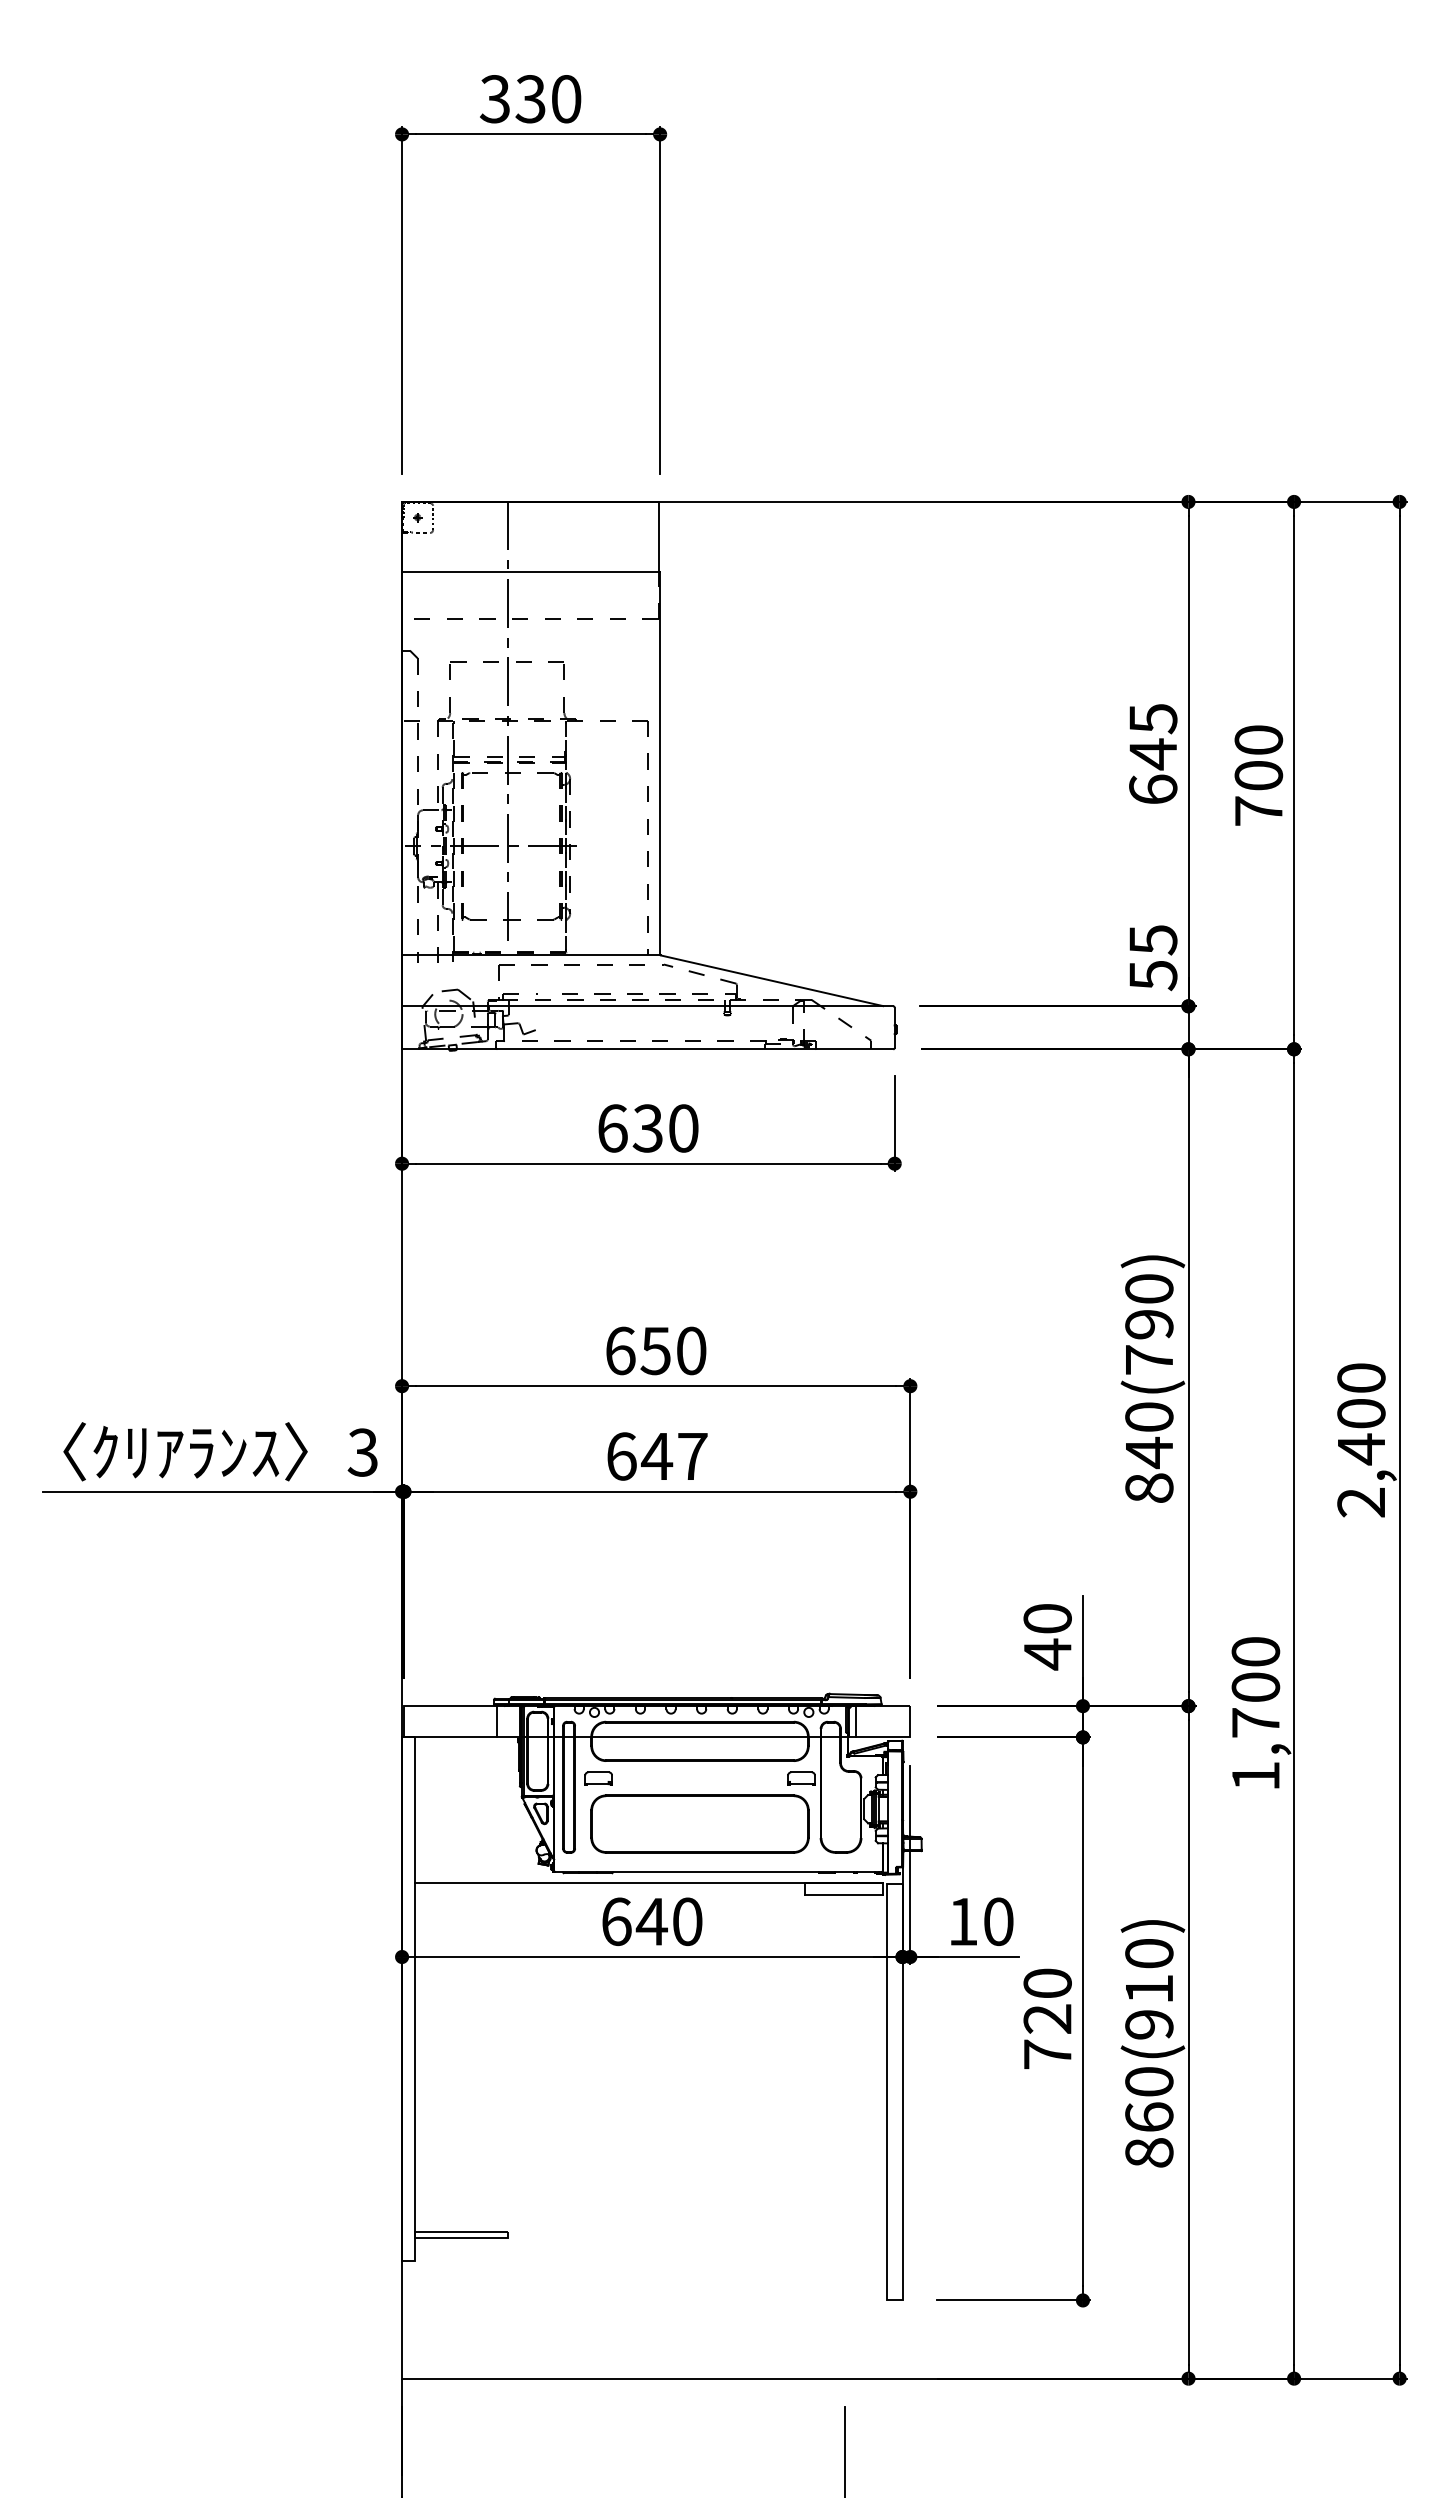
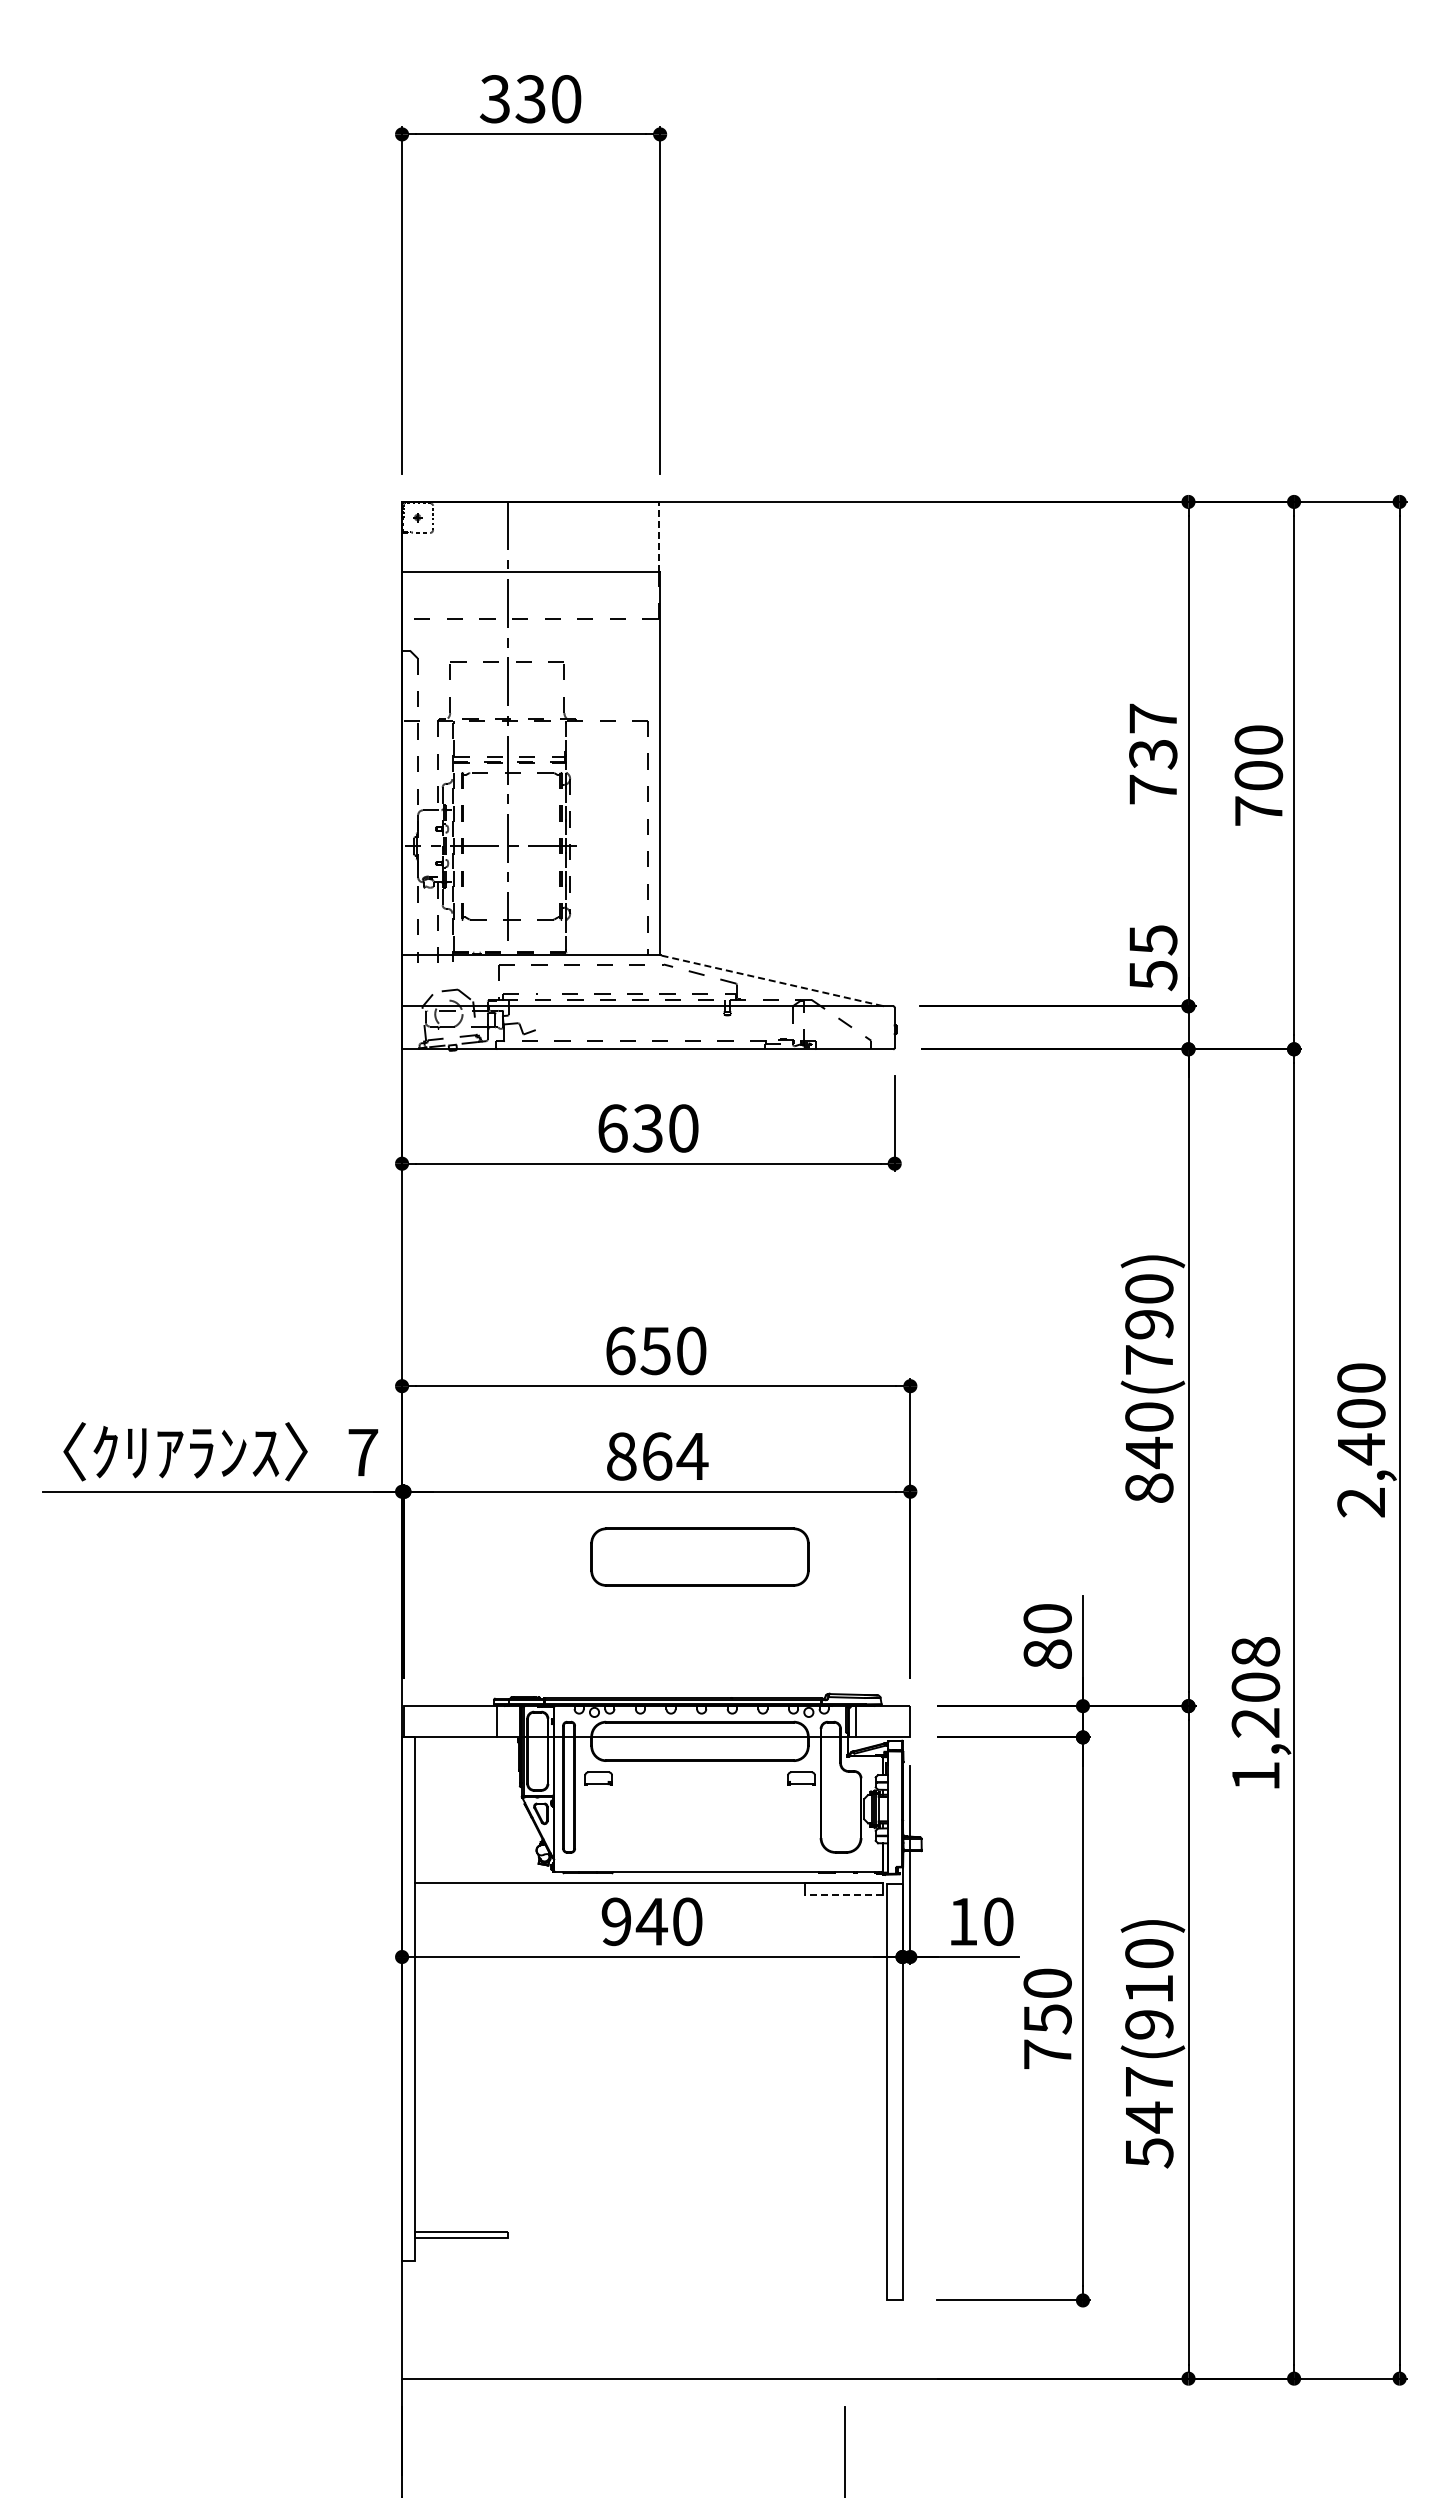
line at (658, 536): solid -> dashed
text at (1153, 753): 645 -> 737
line at (771, 980): solid -> dashed
text at (362, 1452): 3 -> 7
text at (657, 1456): 647 -> 864
text at (1047, 1654): 40 -> 80
text at (1255, 1687): 1,700 -> 1,208
part at (699, 1823) position: (699, 1823) -> (699, 1556)
line at (843, 1895): solid -> dashed
text at (616, 1921): 640 -> 940
text at (1047, 2019): 720 -> 750
text at (1149, 2117): 860(910) -> 547(910)
